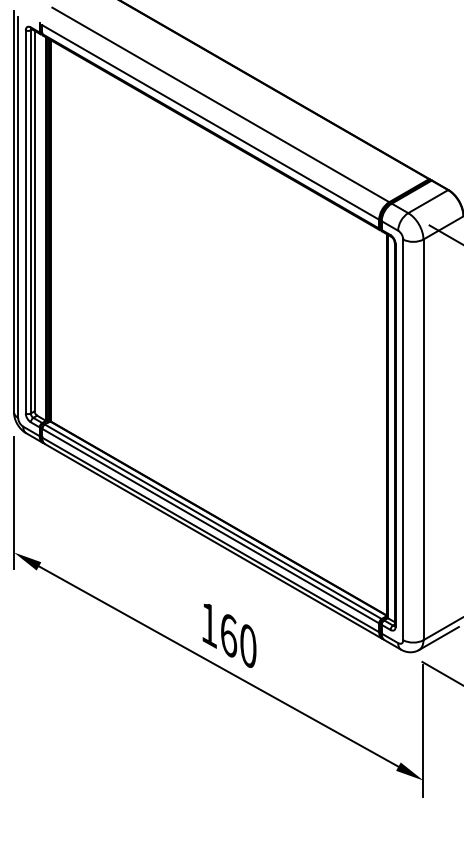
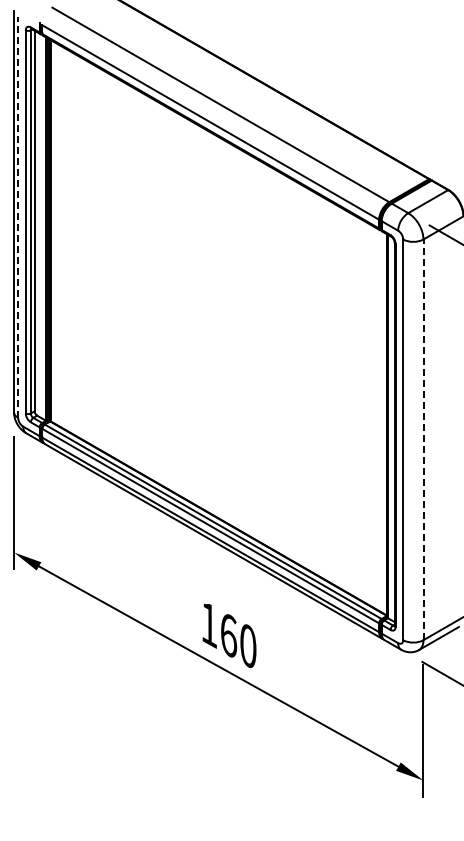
line at (18, 217): solid -> dashed
line at (423, 439): solid -> dashed
